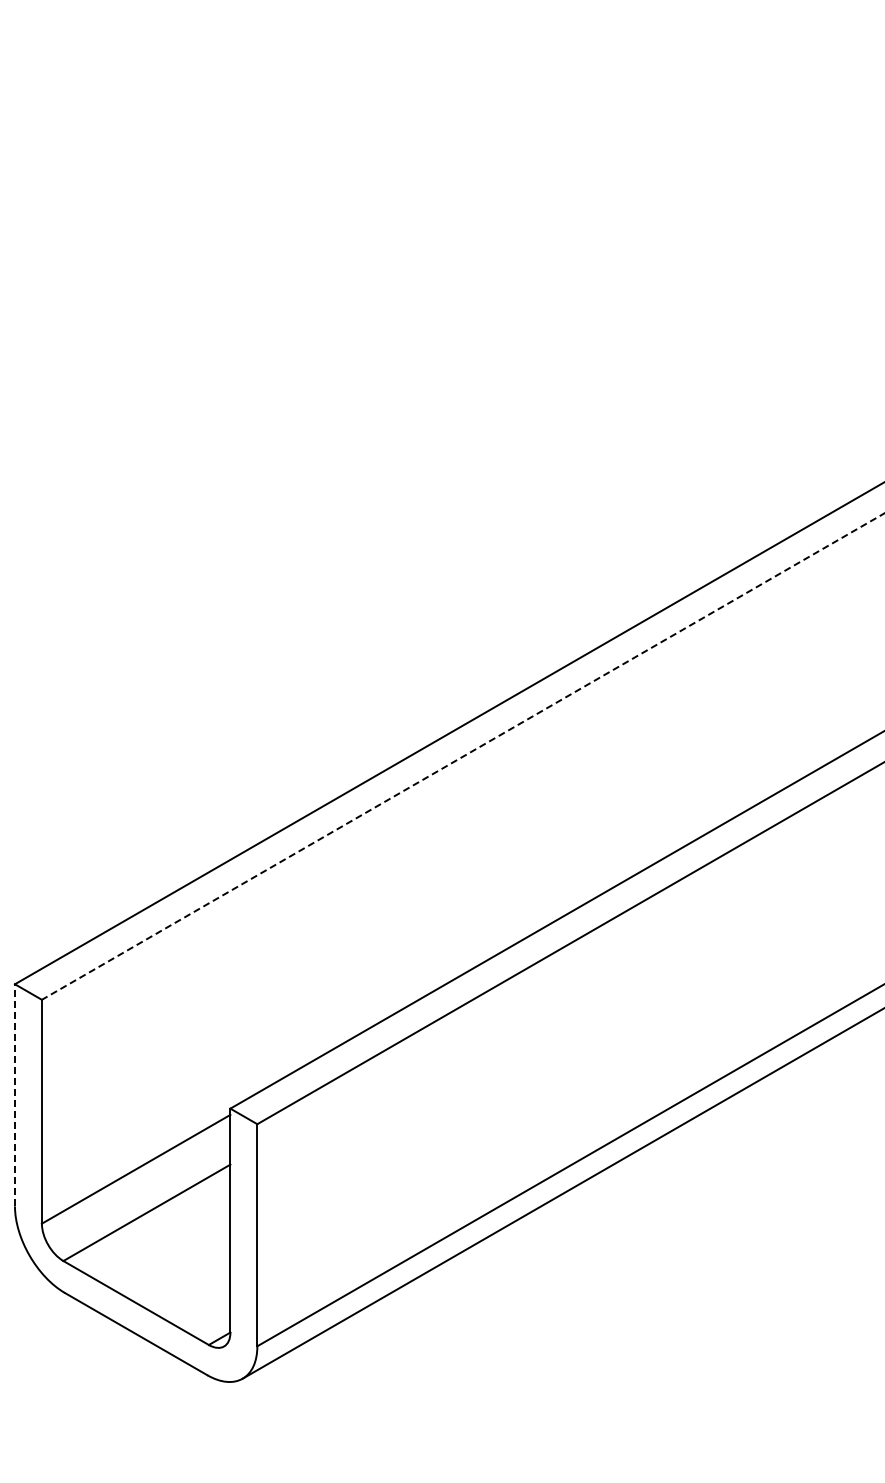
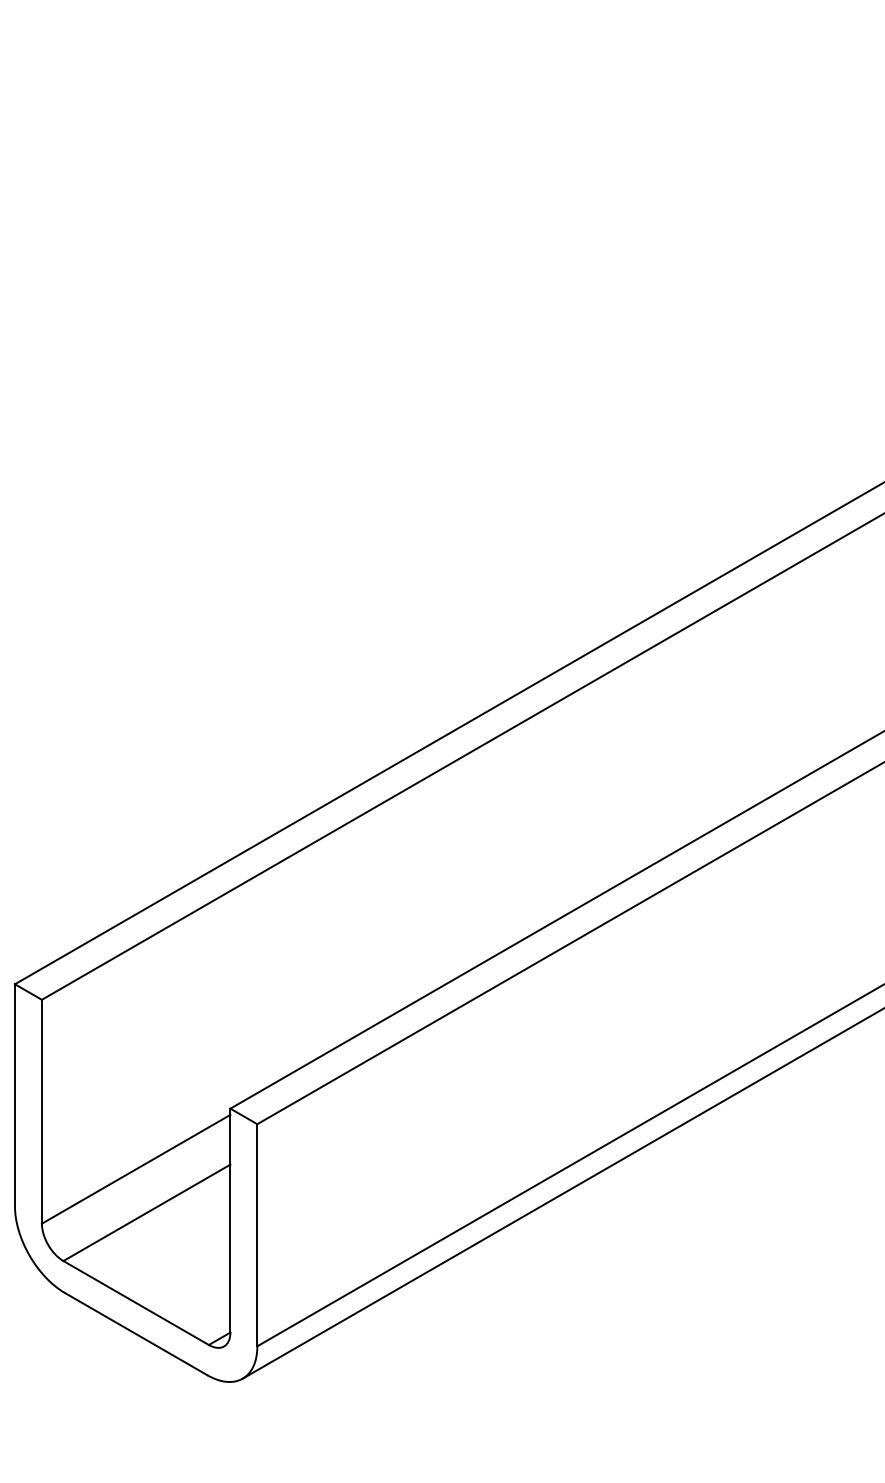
line at (462, 756): dashed -> solid
line at (14, 1094): dashed -> solid
